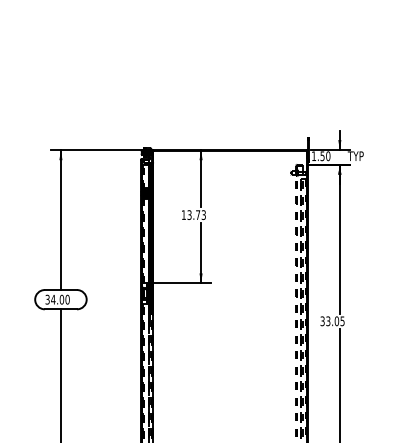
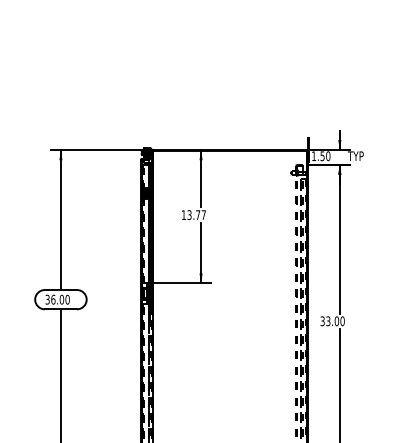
text at (203, 215): 13.73 -> 13.77
text at (53, 299): 34.00 -> 36.00
text at (342, 321): 33.05 -> 33.00
